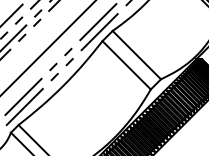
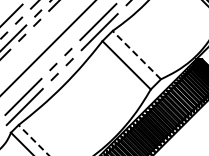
line at (136, 54): solid -> dashed
line at (33, 140): solid -> dashed
